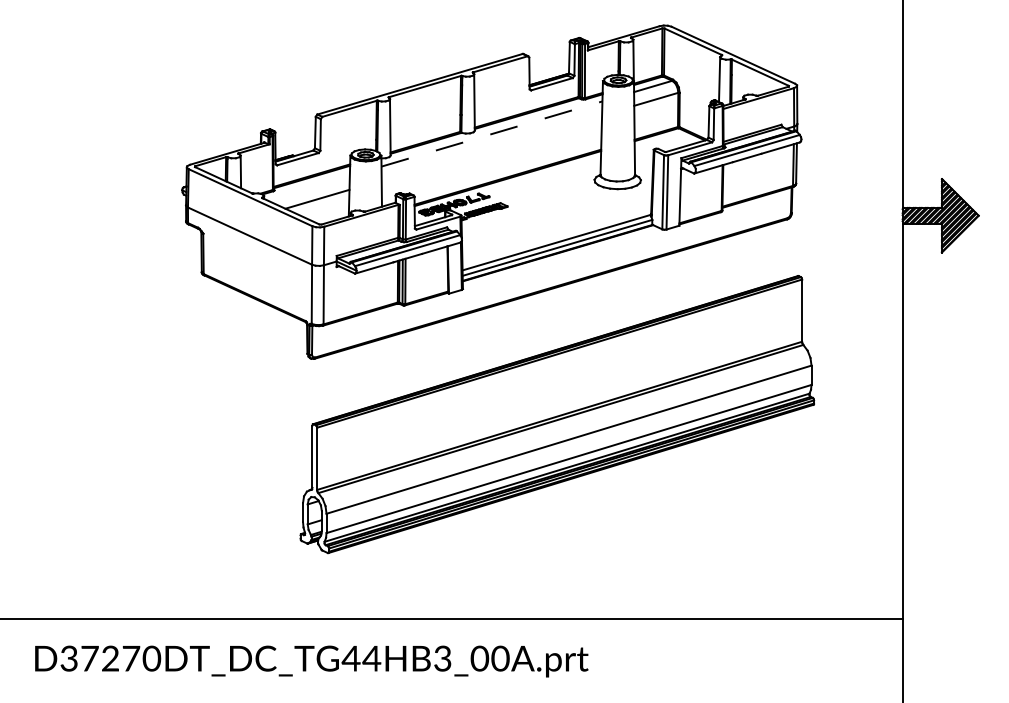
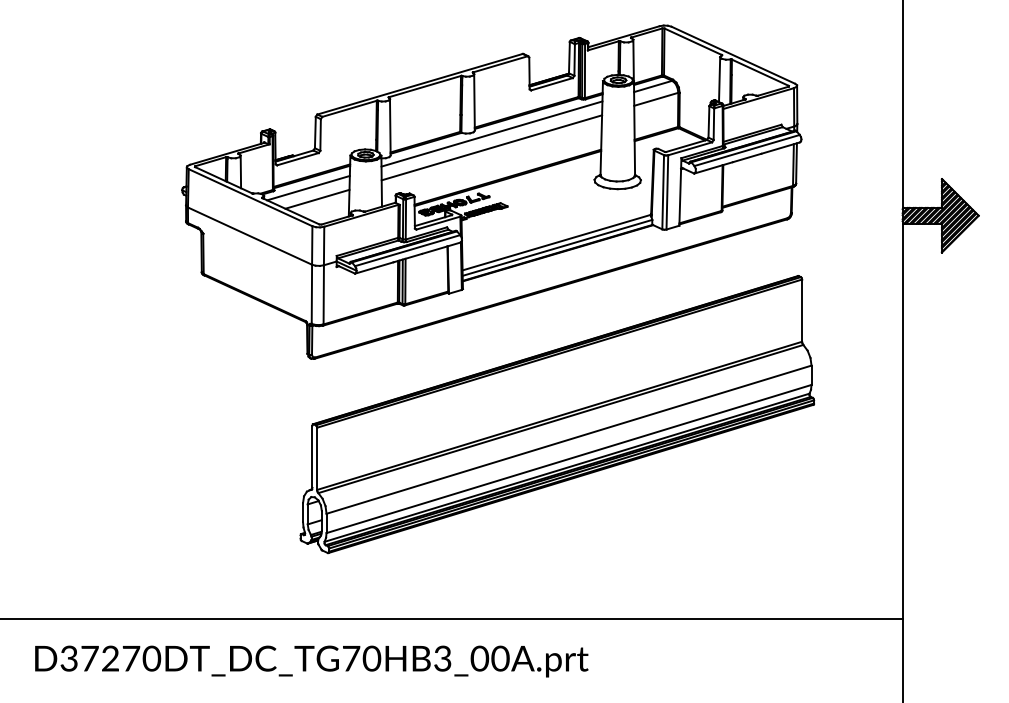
line at (492, 133): dashed -> solid
line at (491, 147): none -> present
line at (308, 187): none -> present
text at (361, 658): D37270DT_DC_TG44HB3_00A.prt -> D37270DT_DC_TG70HB3_00A.prt
